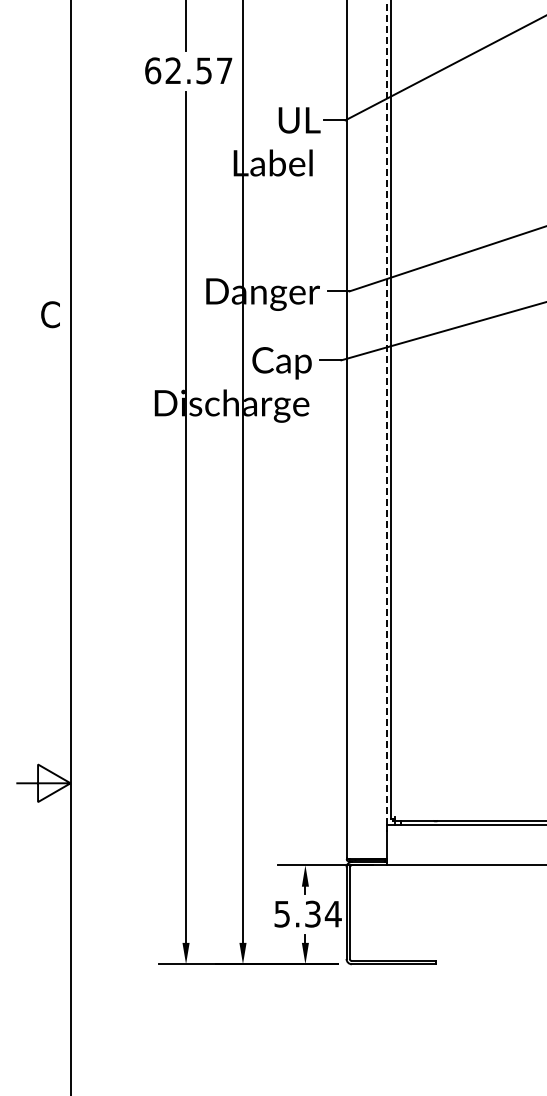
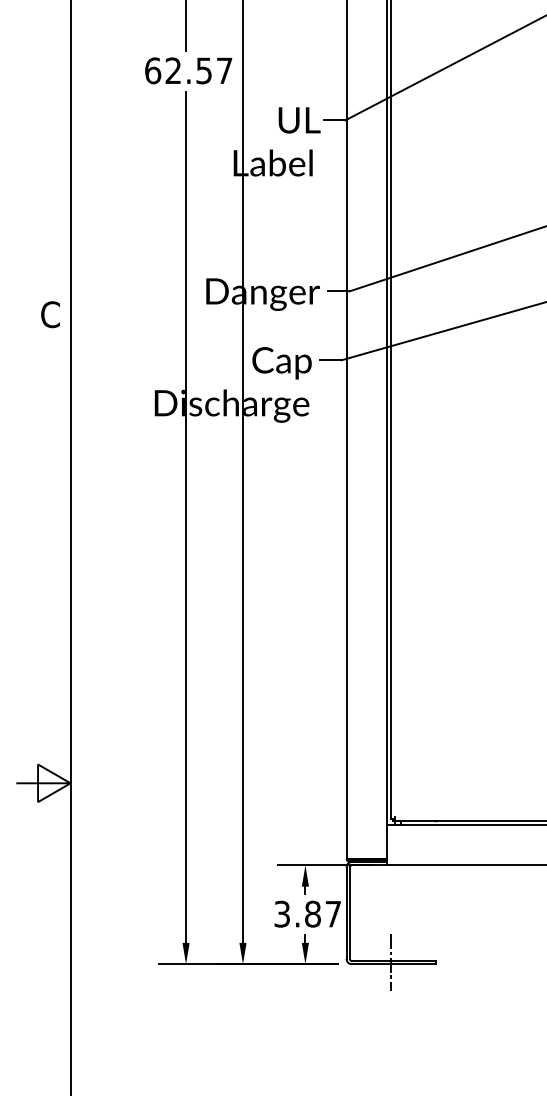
line at (386, 412): dashed -> solid
text at (308, 913): 5.34 -> 3.87
line at (391, 962): none -> present
